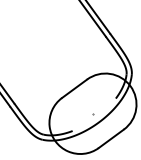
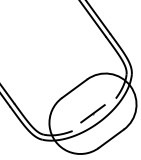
line at (92, 113): none -> present
